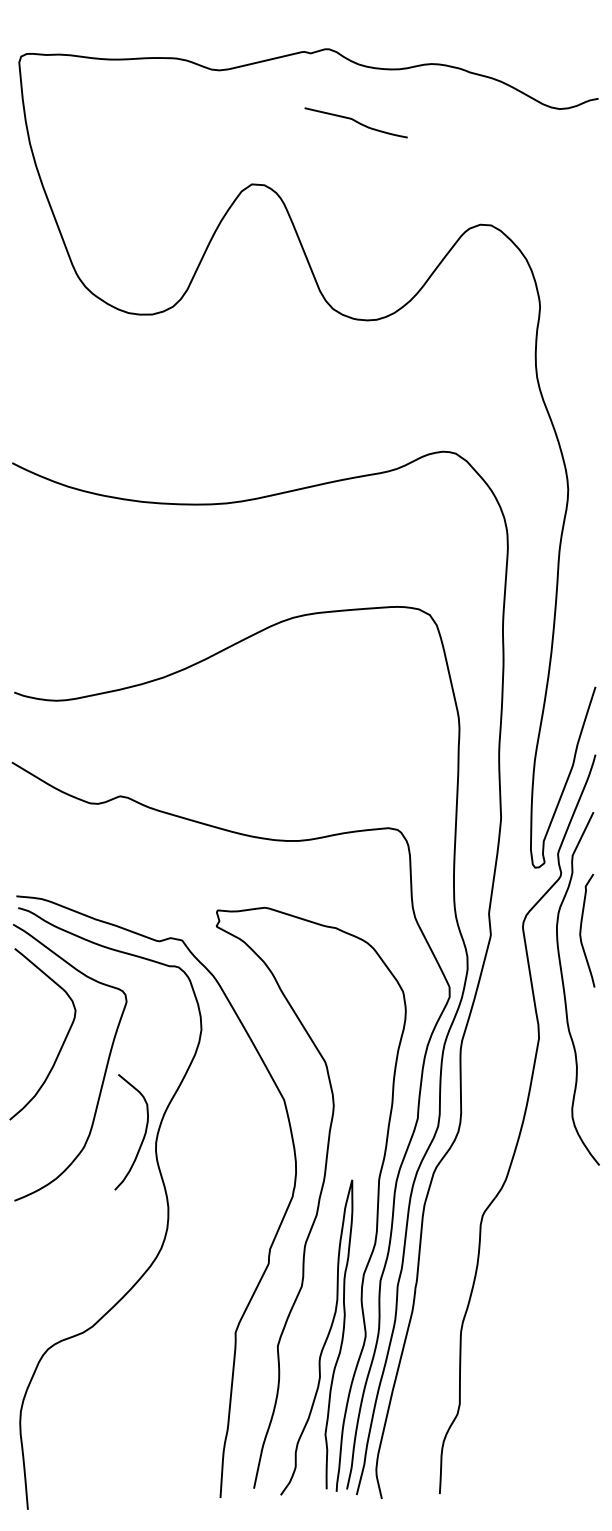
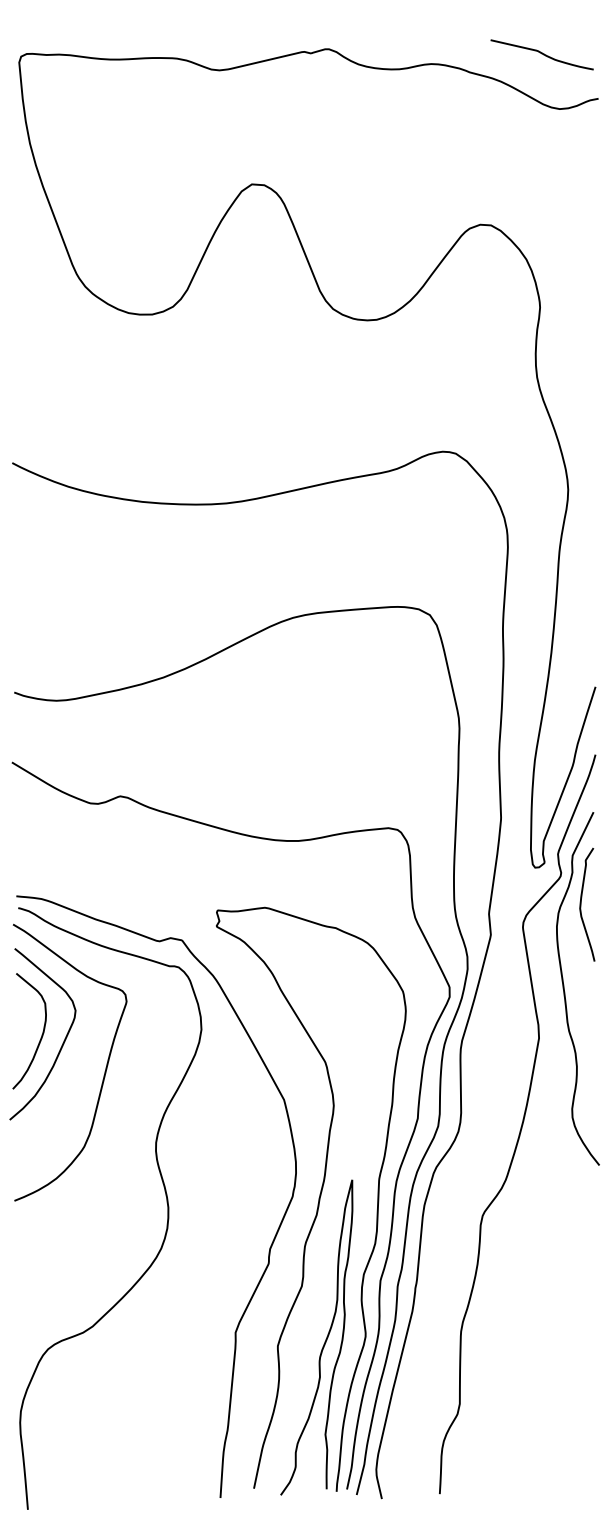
curve at (355, 122) position: (355, 122) -> (541, 54)
curve at (581, 930) position: (581, 930) -> (581, 904)
curve at (143, 1135) position: (143, 1135) -> (41, 1034)
